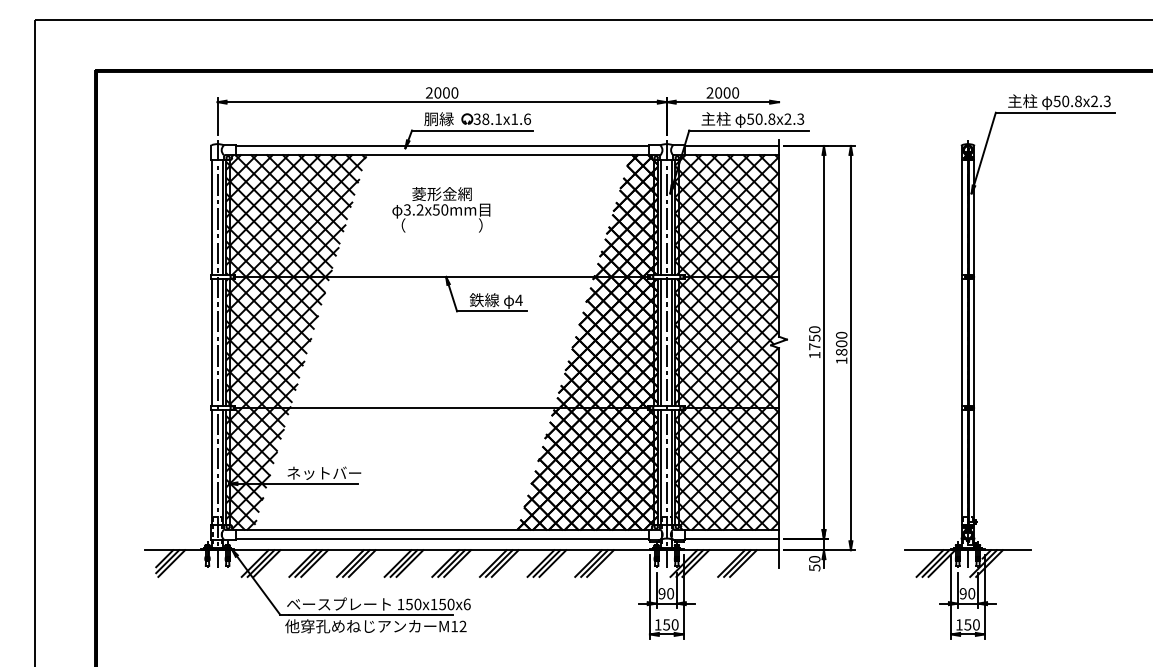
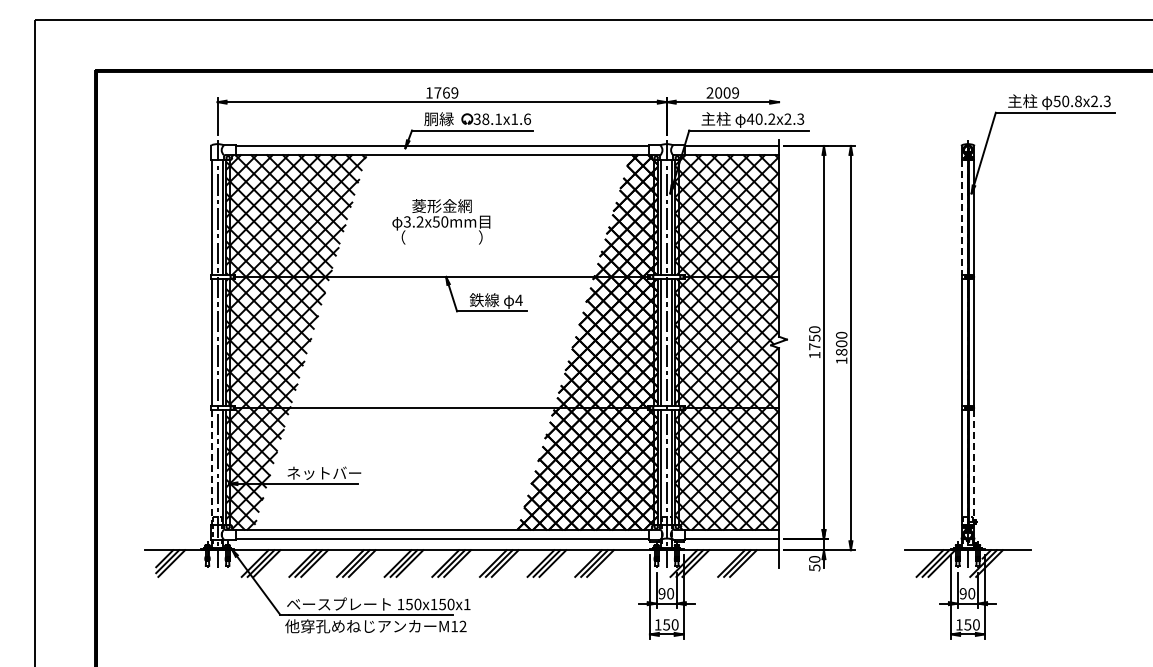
text at (442, 92): 2000 -> 1769
text at (735, 92): 2000 -> 2009
text at (760, 118): 50.8x2.3 -> 40.2x2.3
text at (441, 209) position: (441, 209) -> (441, 221)
line at (962, 217): solid -> dashed
line at (211, 468): solid -> dashed
line at (973, 468): solid -> dashed
text at (466, 604): 150x150x6 -> 150x150x1
